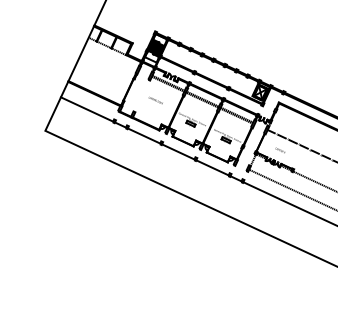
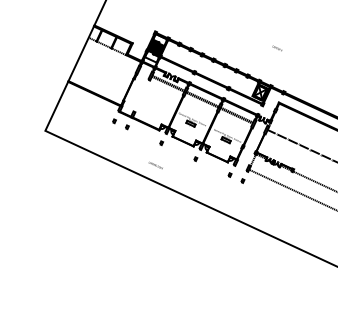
text at (155, 100) position: (155, 100) -> (155, 165)
text at (280, 150) position: (280, 150) -> (277, 48)
line at (197, 160): present -> none
